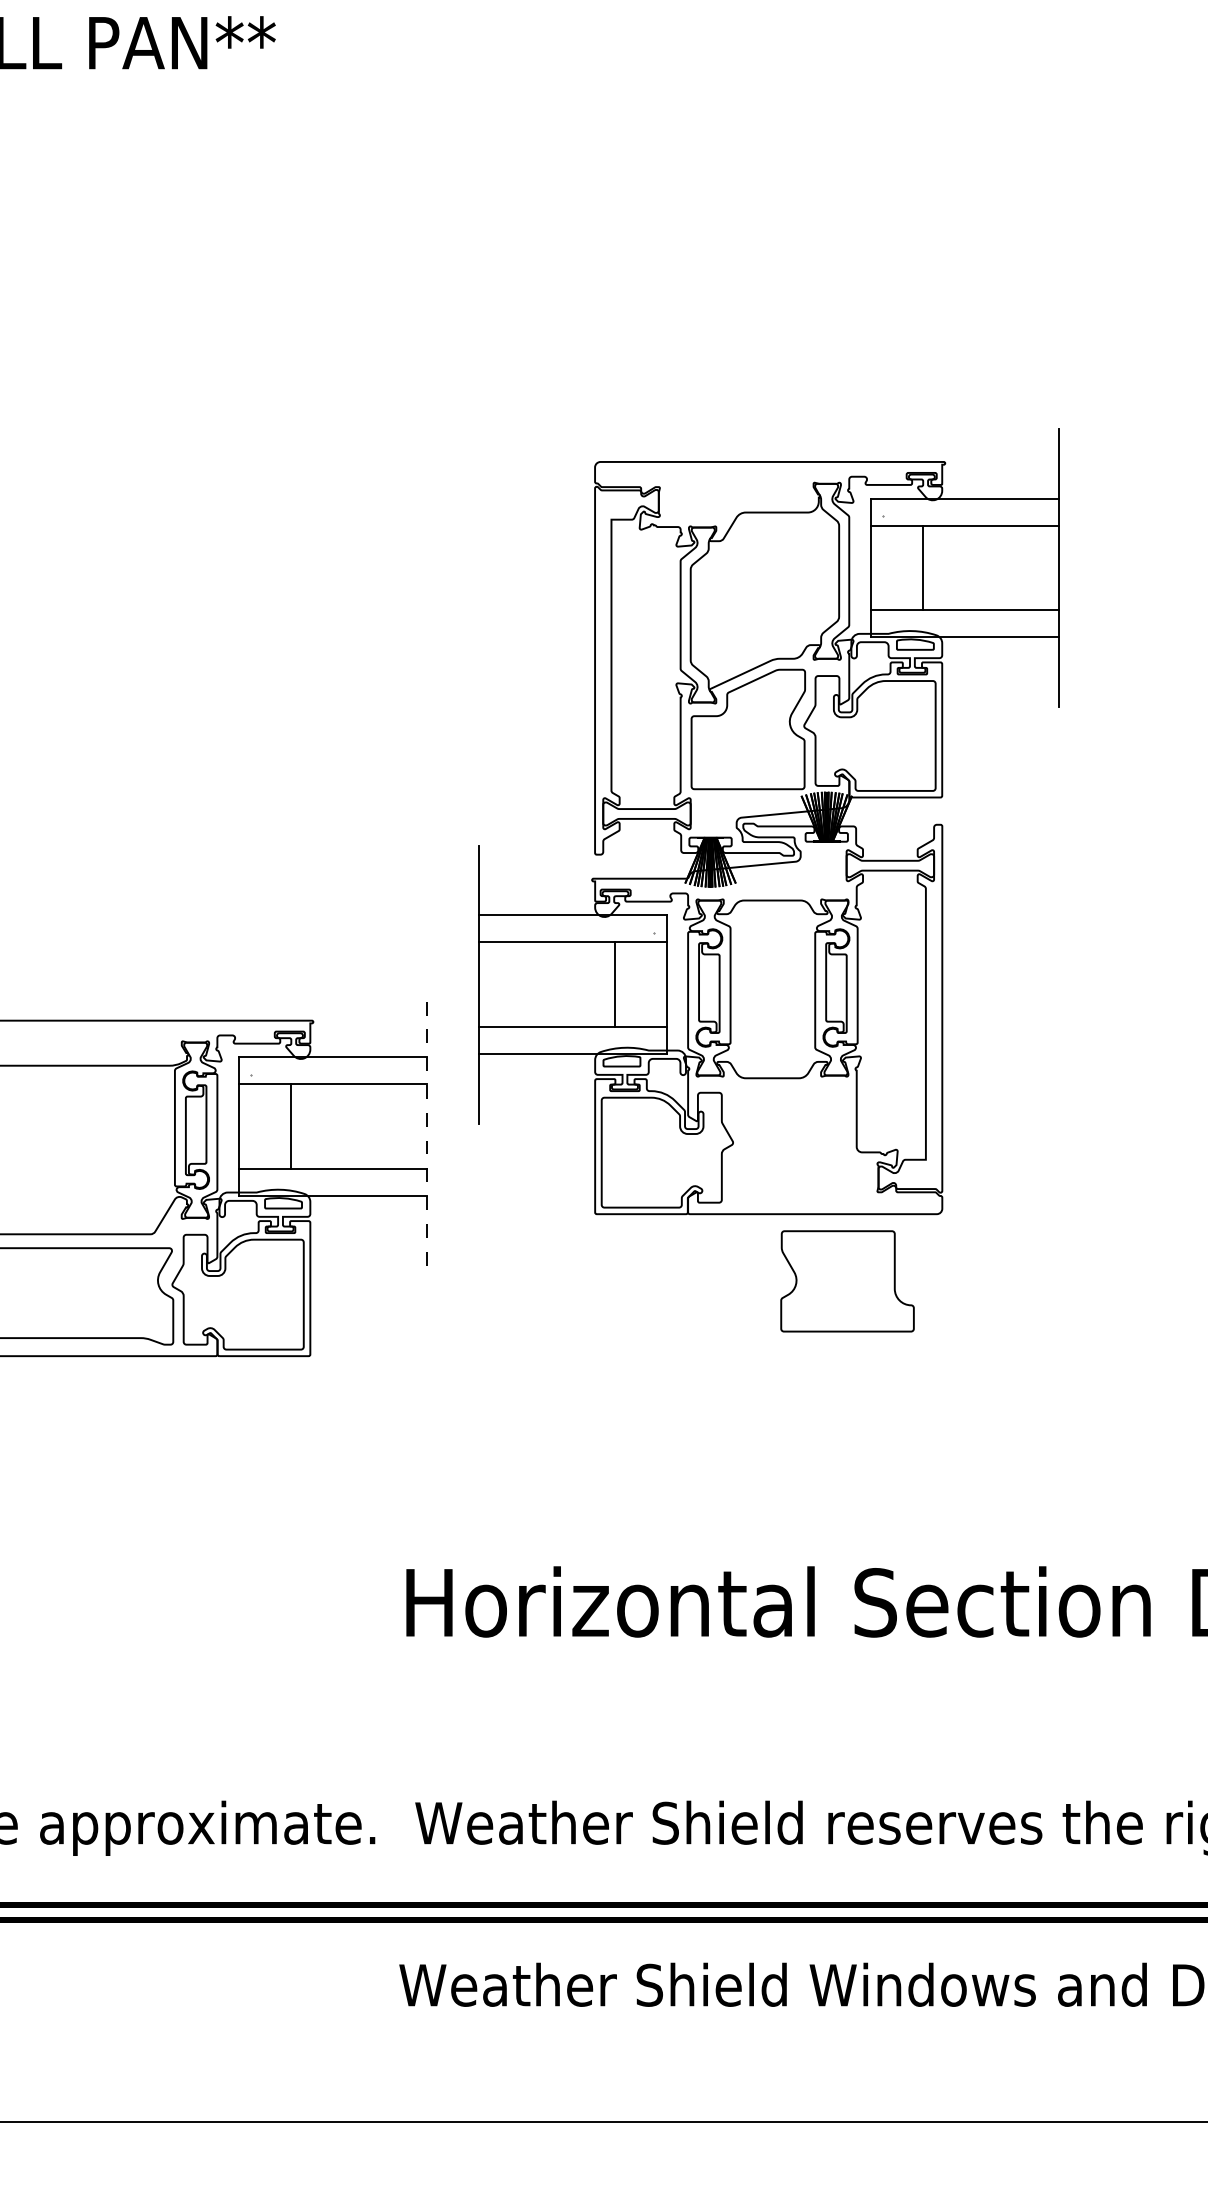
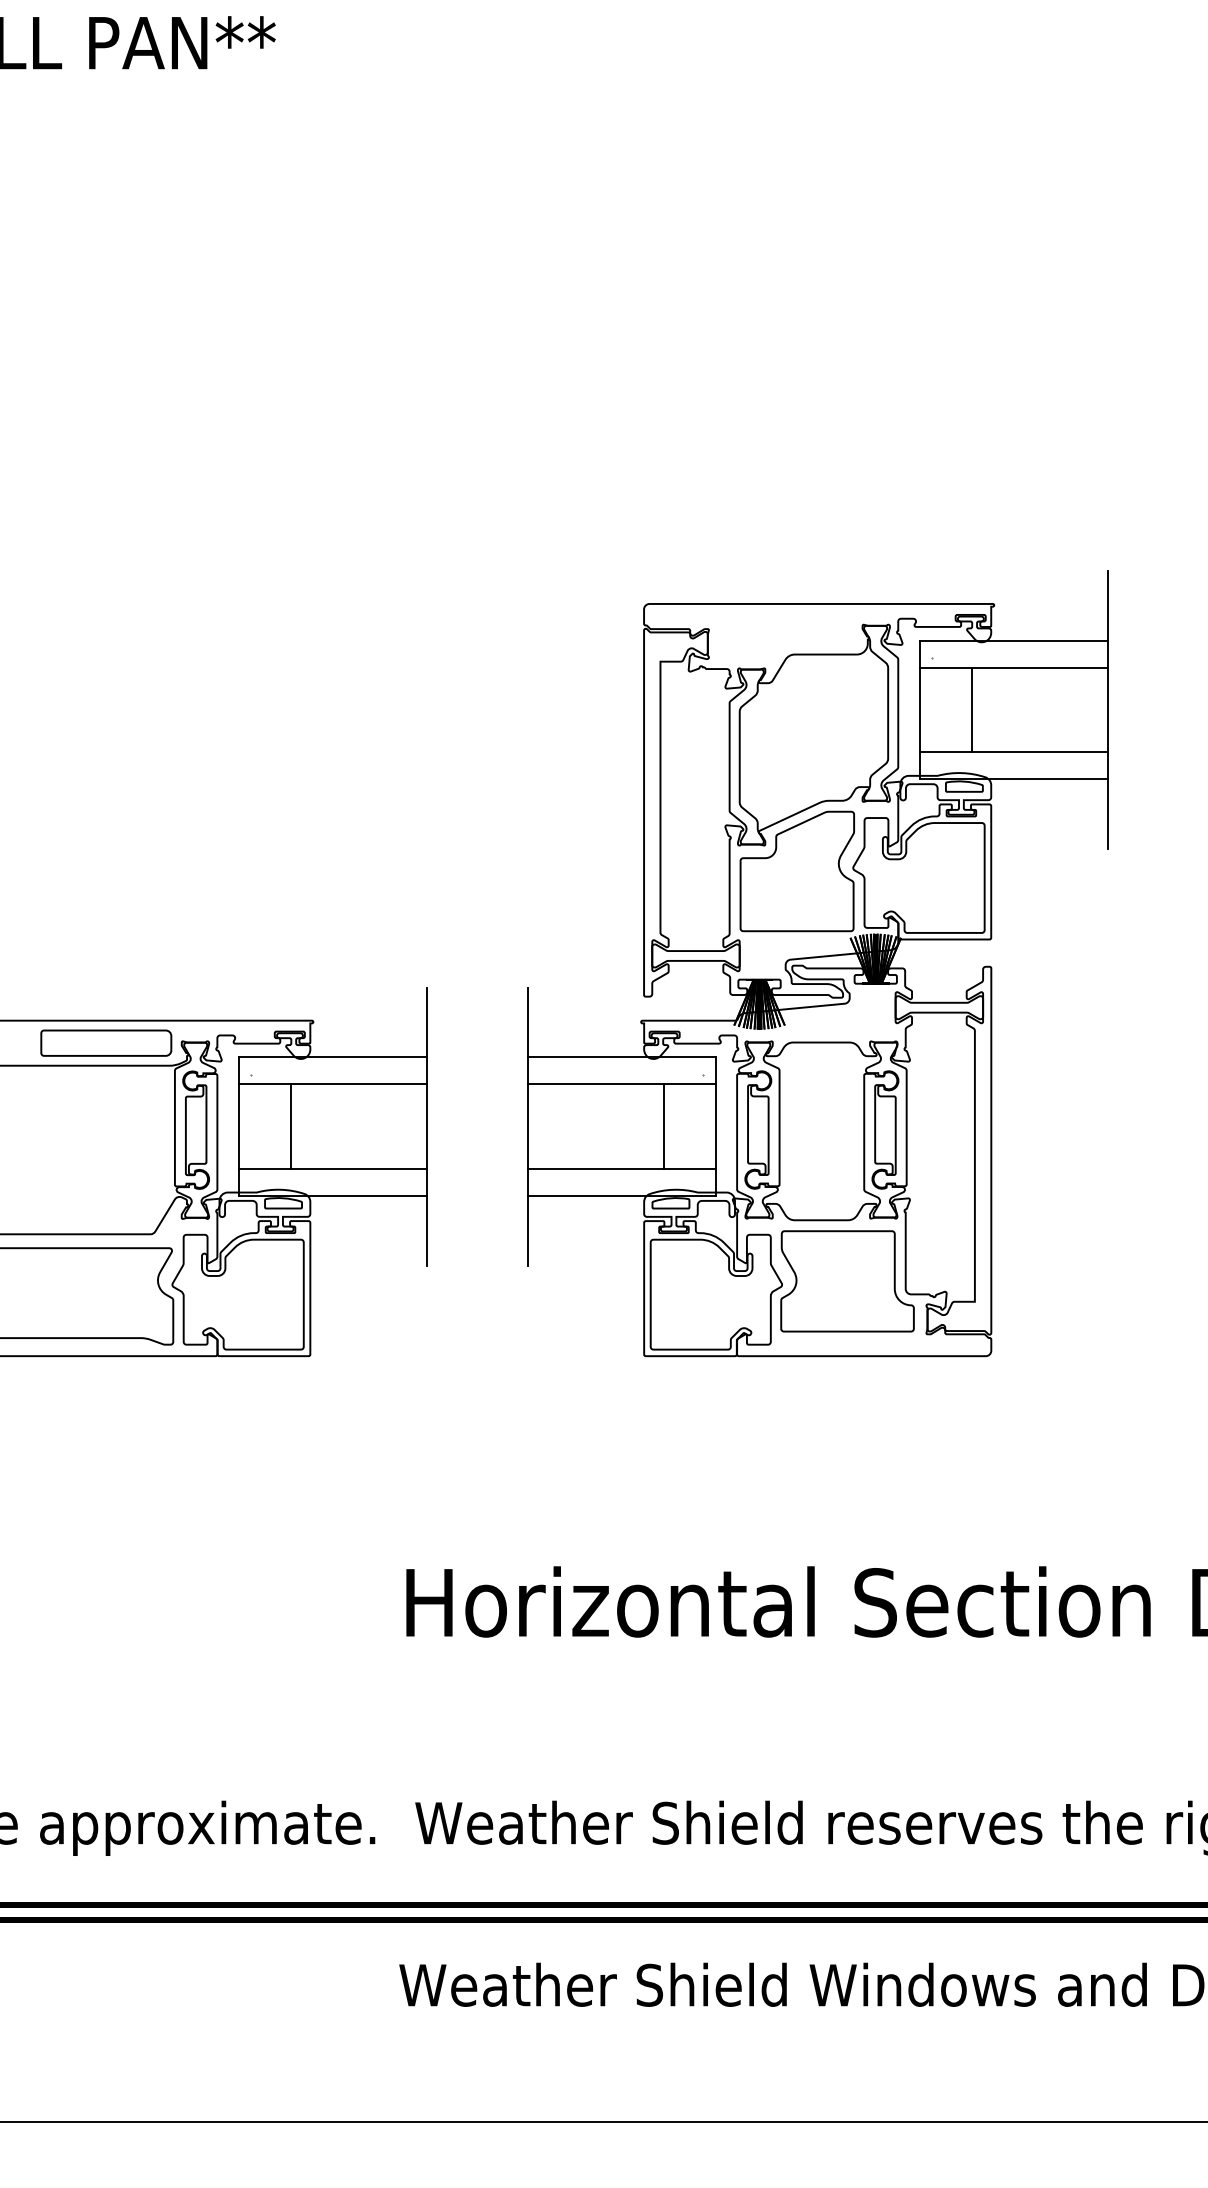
part at (768, 821) position: (768, 821) -> (817, 963)
part at (106, 1042): none -> present
line at (426, 1126): dashed -> solid
